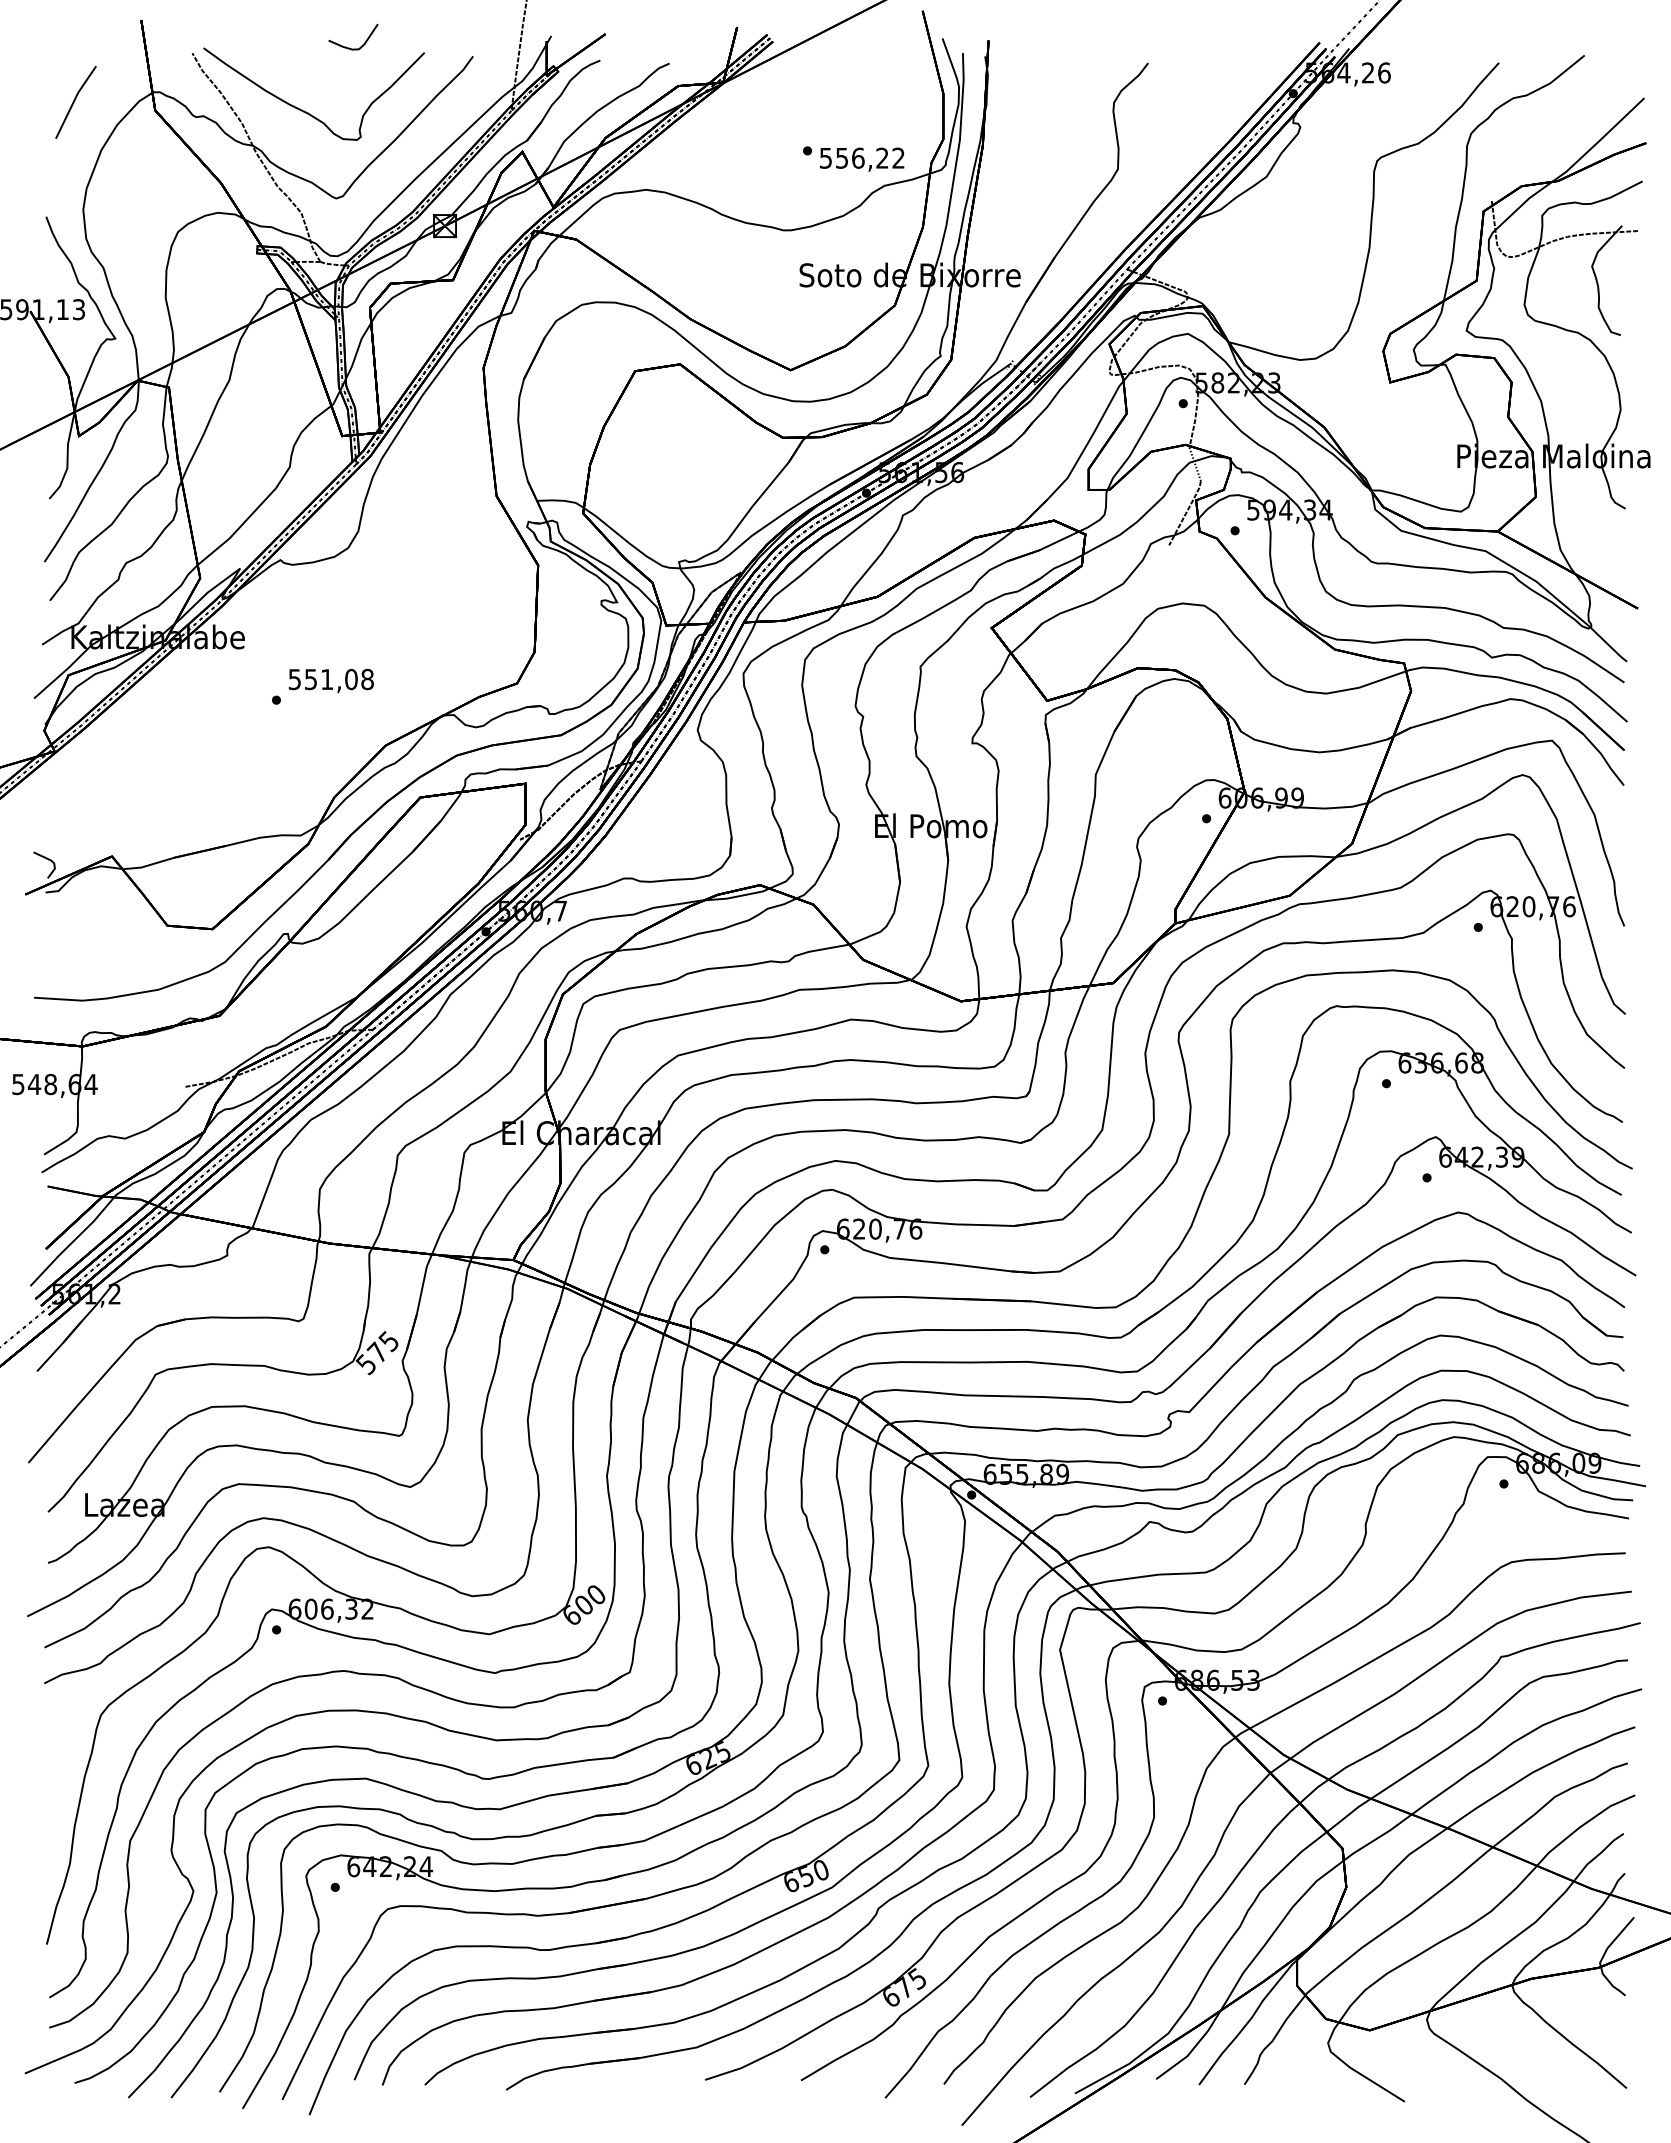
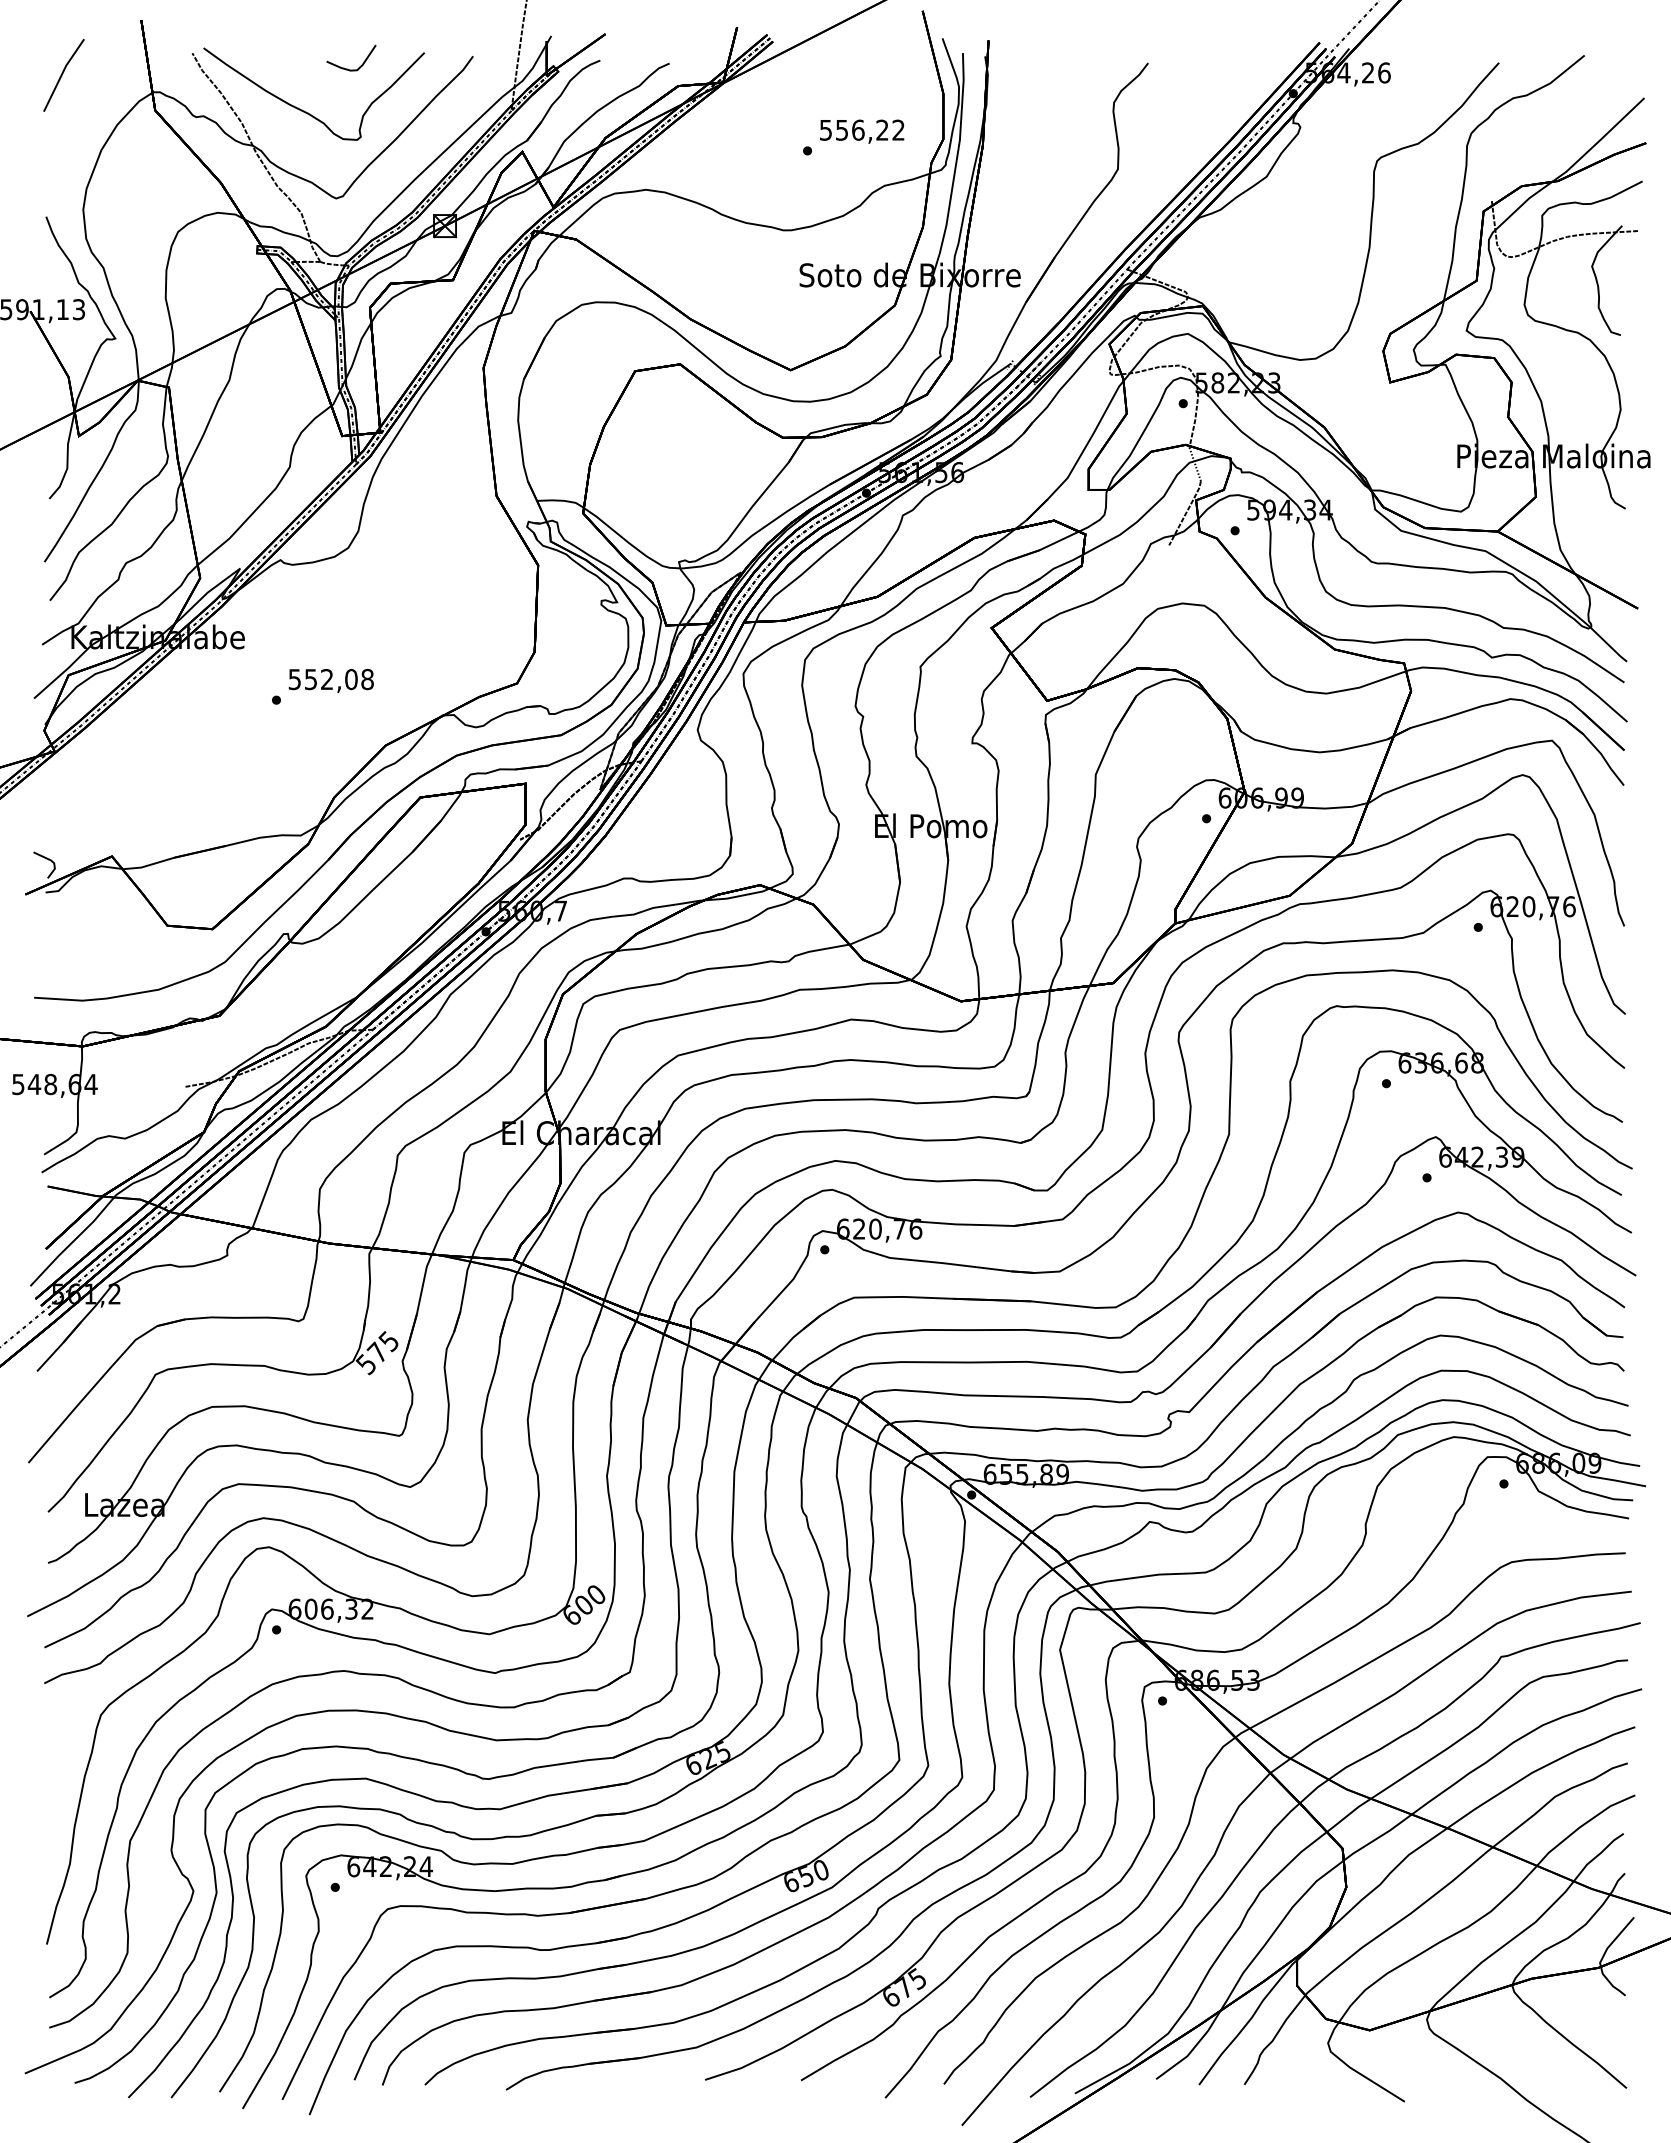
curve at (349, 47) position: (349, 47) -> (347, 68)
line at (74, 102) position: (74, 102) -> (62, 75)
text at (862, 159) position: (862, 159) -> (862, 131)
text at (326, 679): 551,08 -> 552,08
